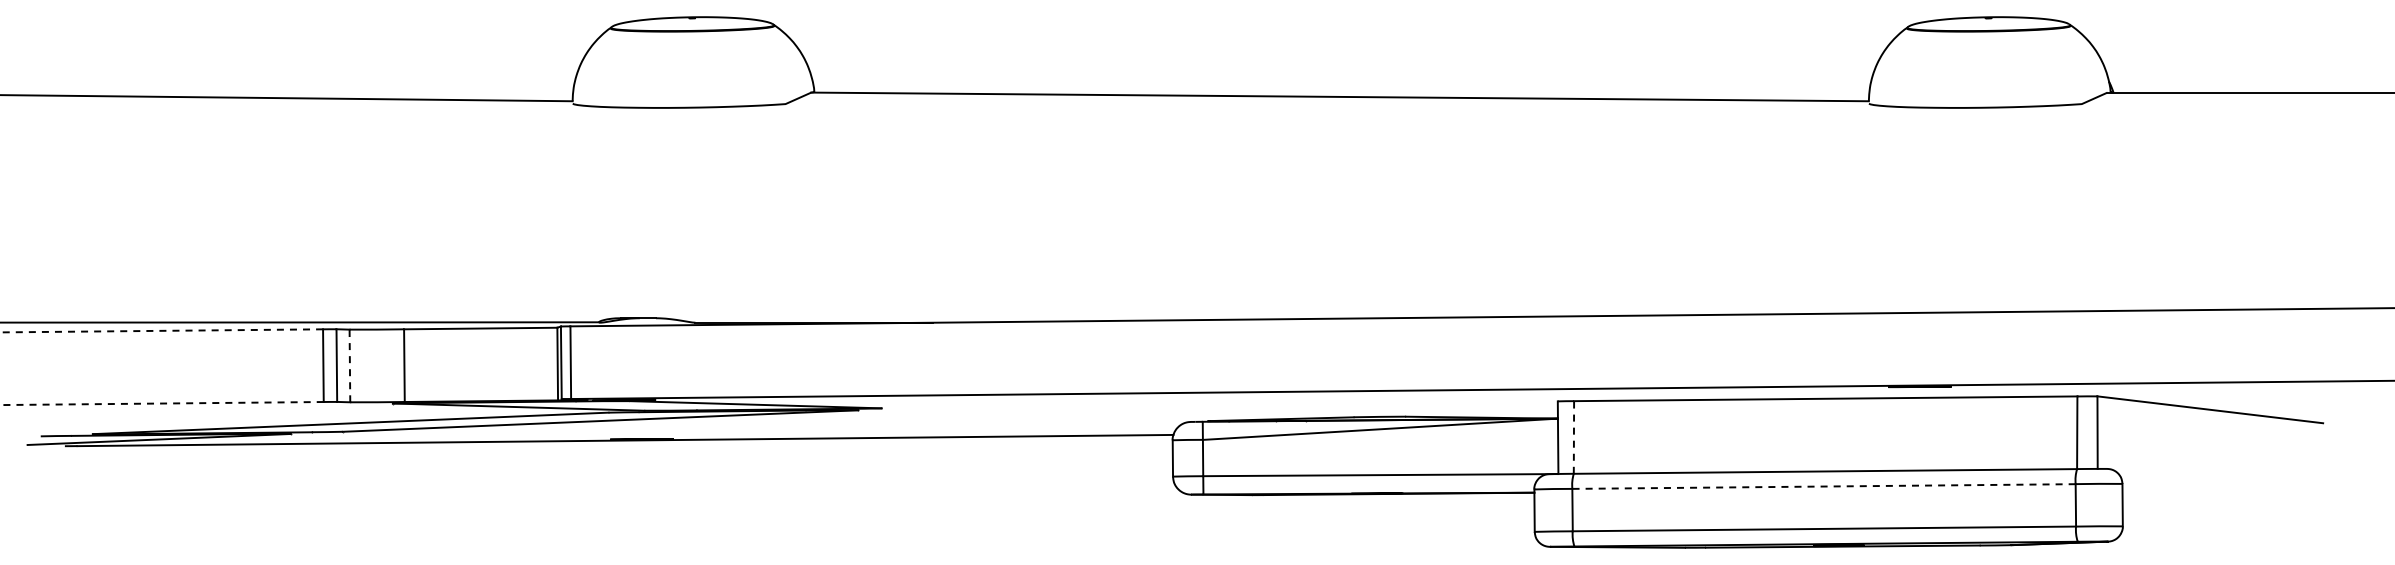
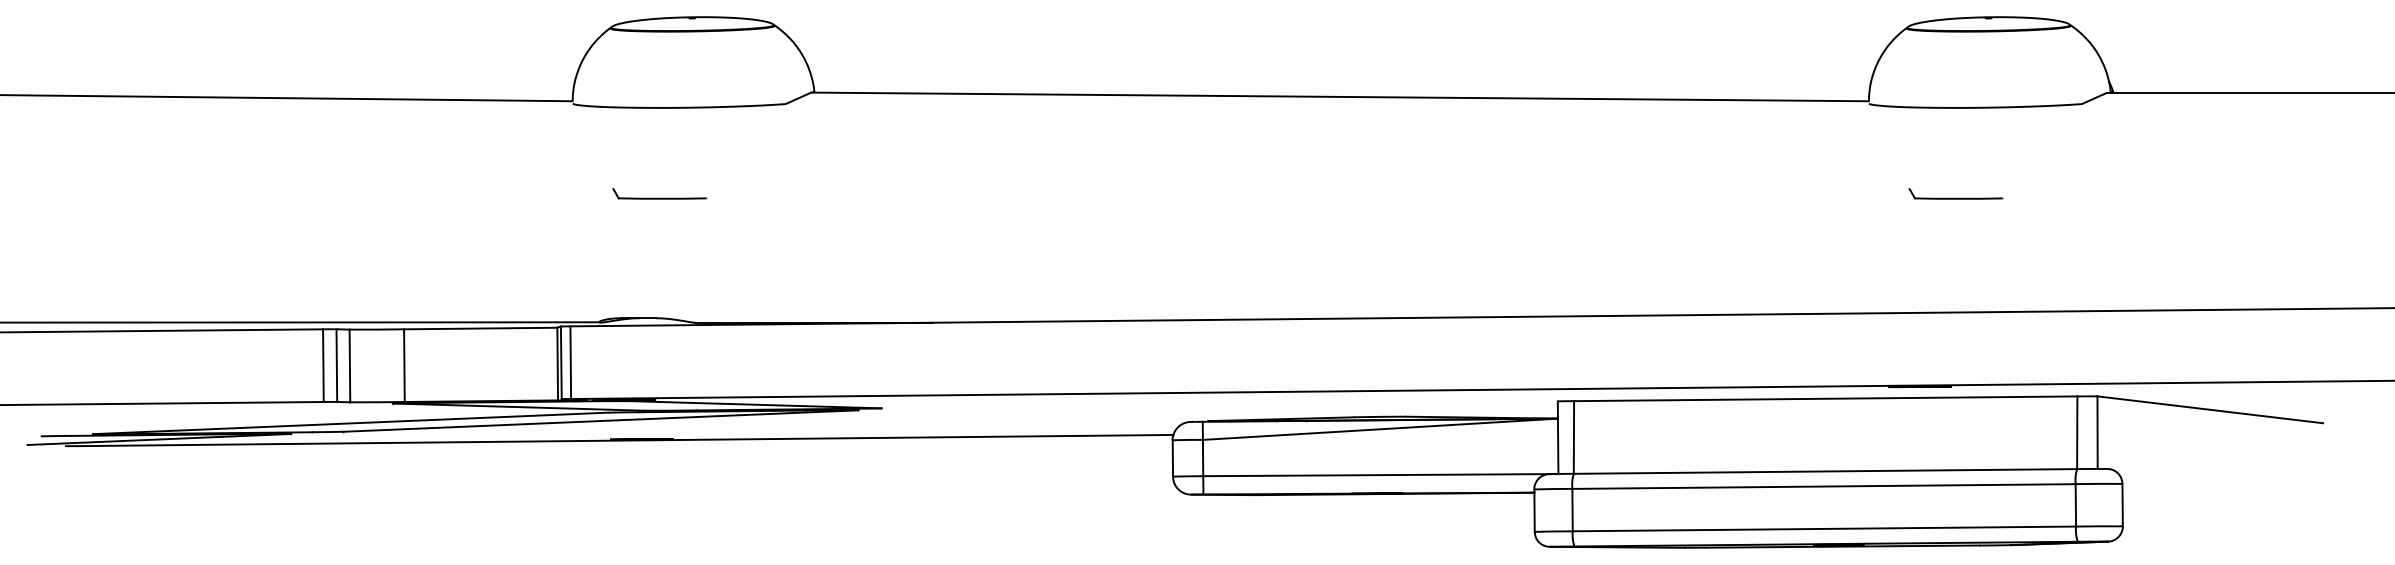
part at (659, 193): none -> present
part at (1955, 193): none -> present
line at (161, 330): dashed -> solid
line at (349, 365): dashed -> solid
line at (161, 403): dashed -> solid
line at (1573, 436): dashed -> solid
line at (1824, 486): dashed -> solid
